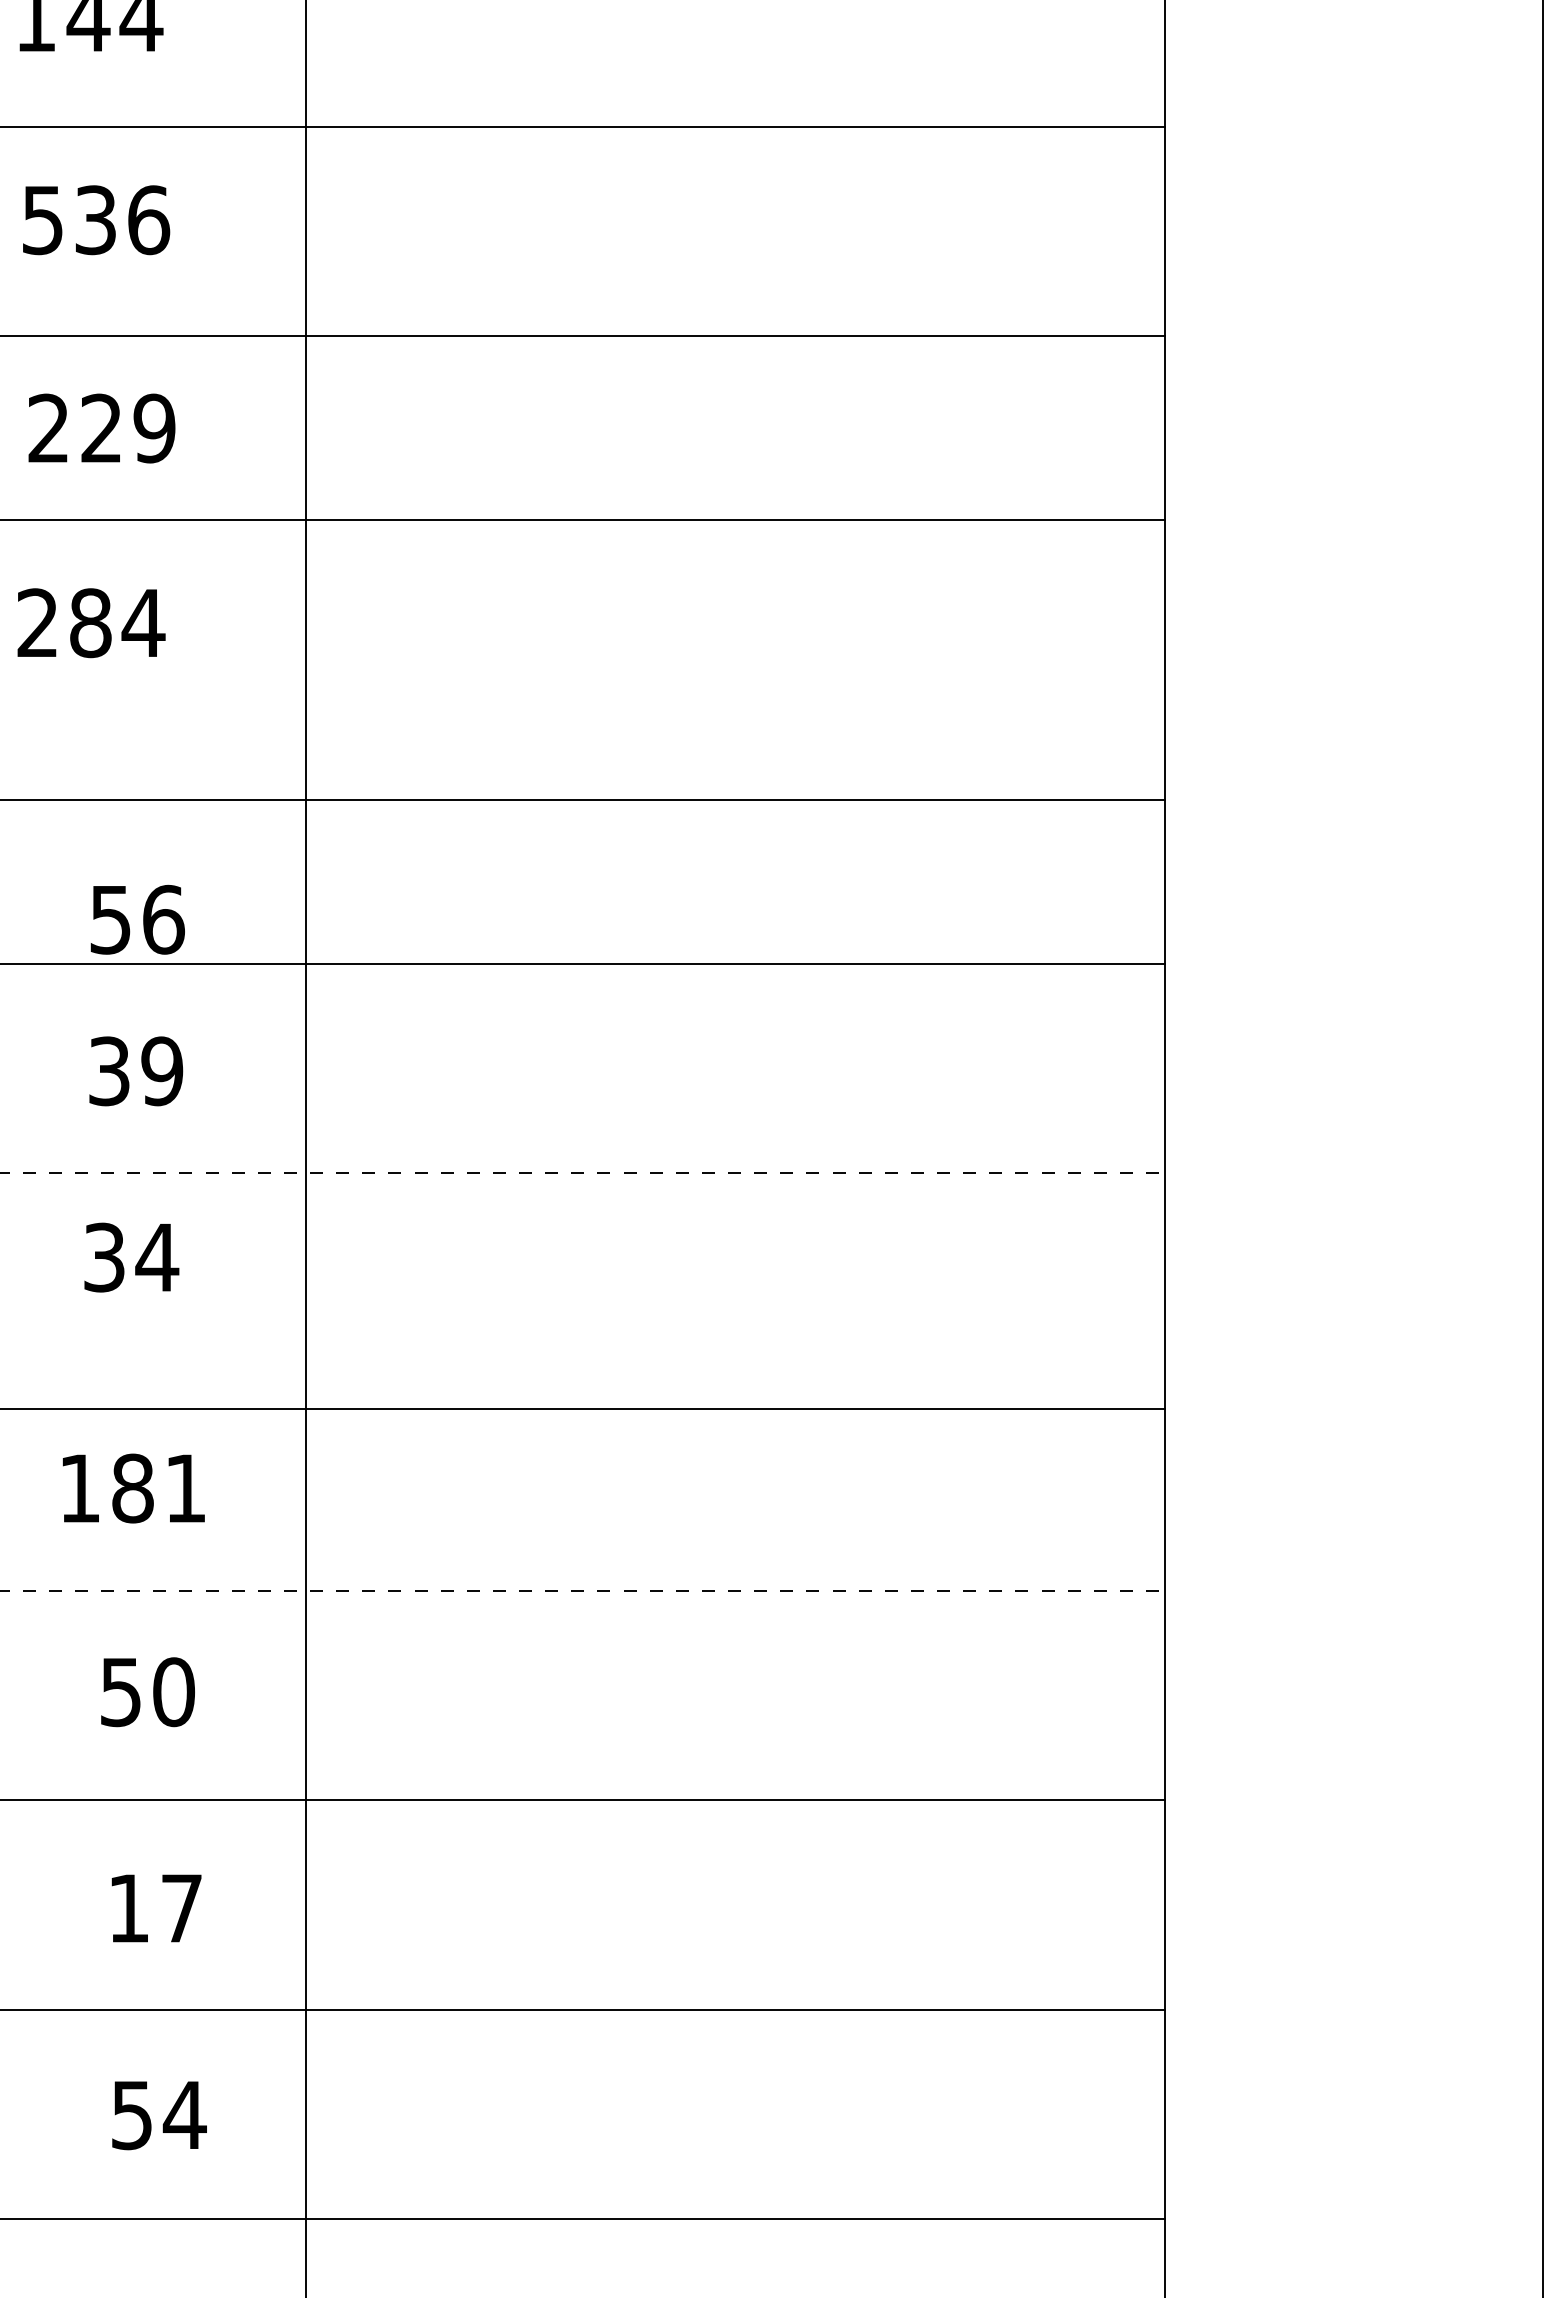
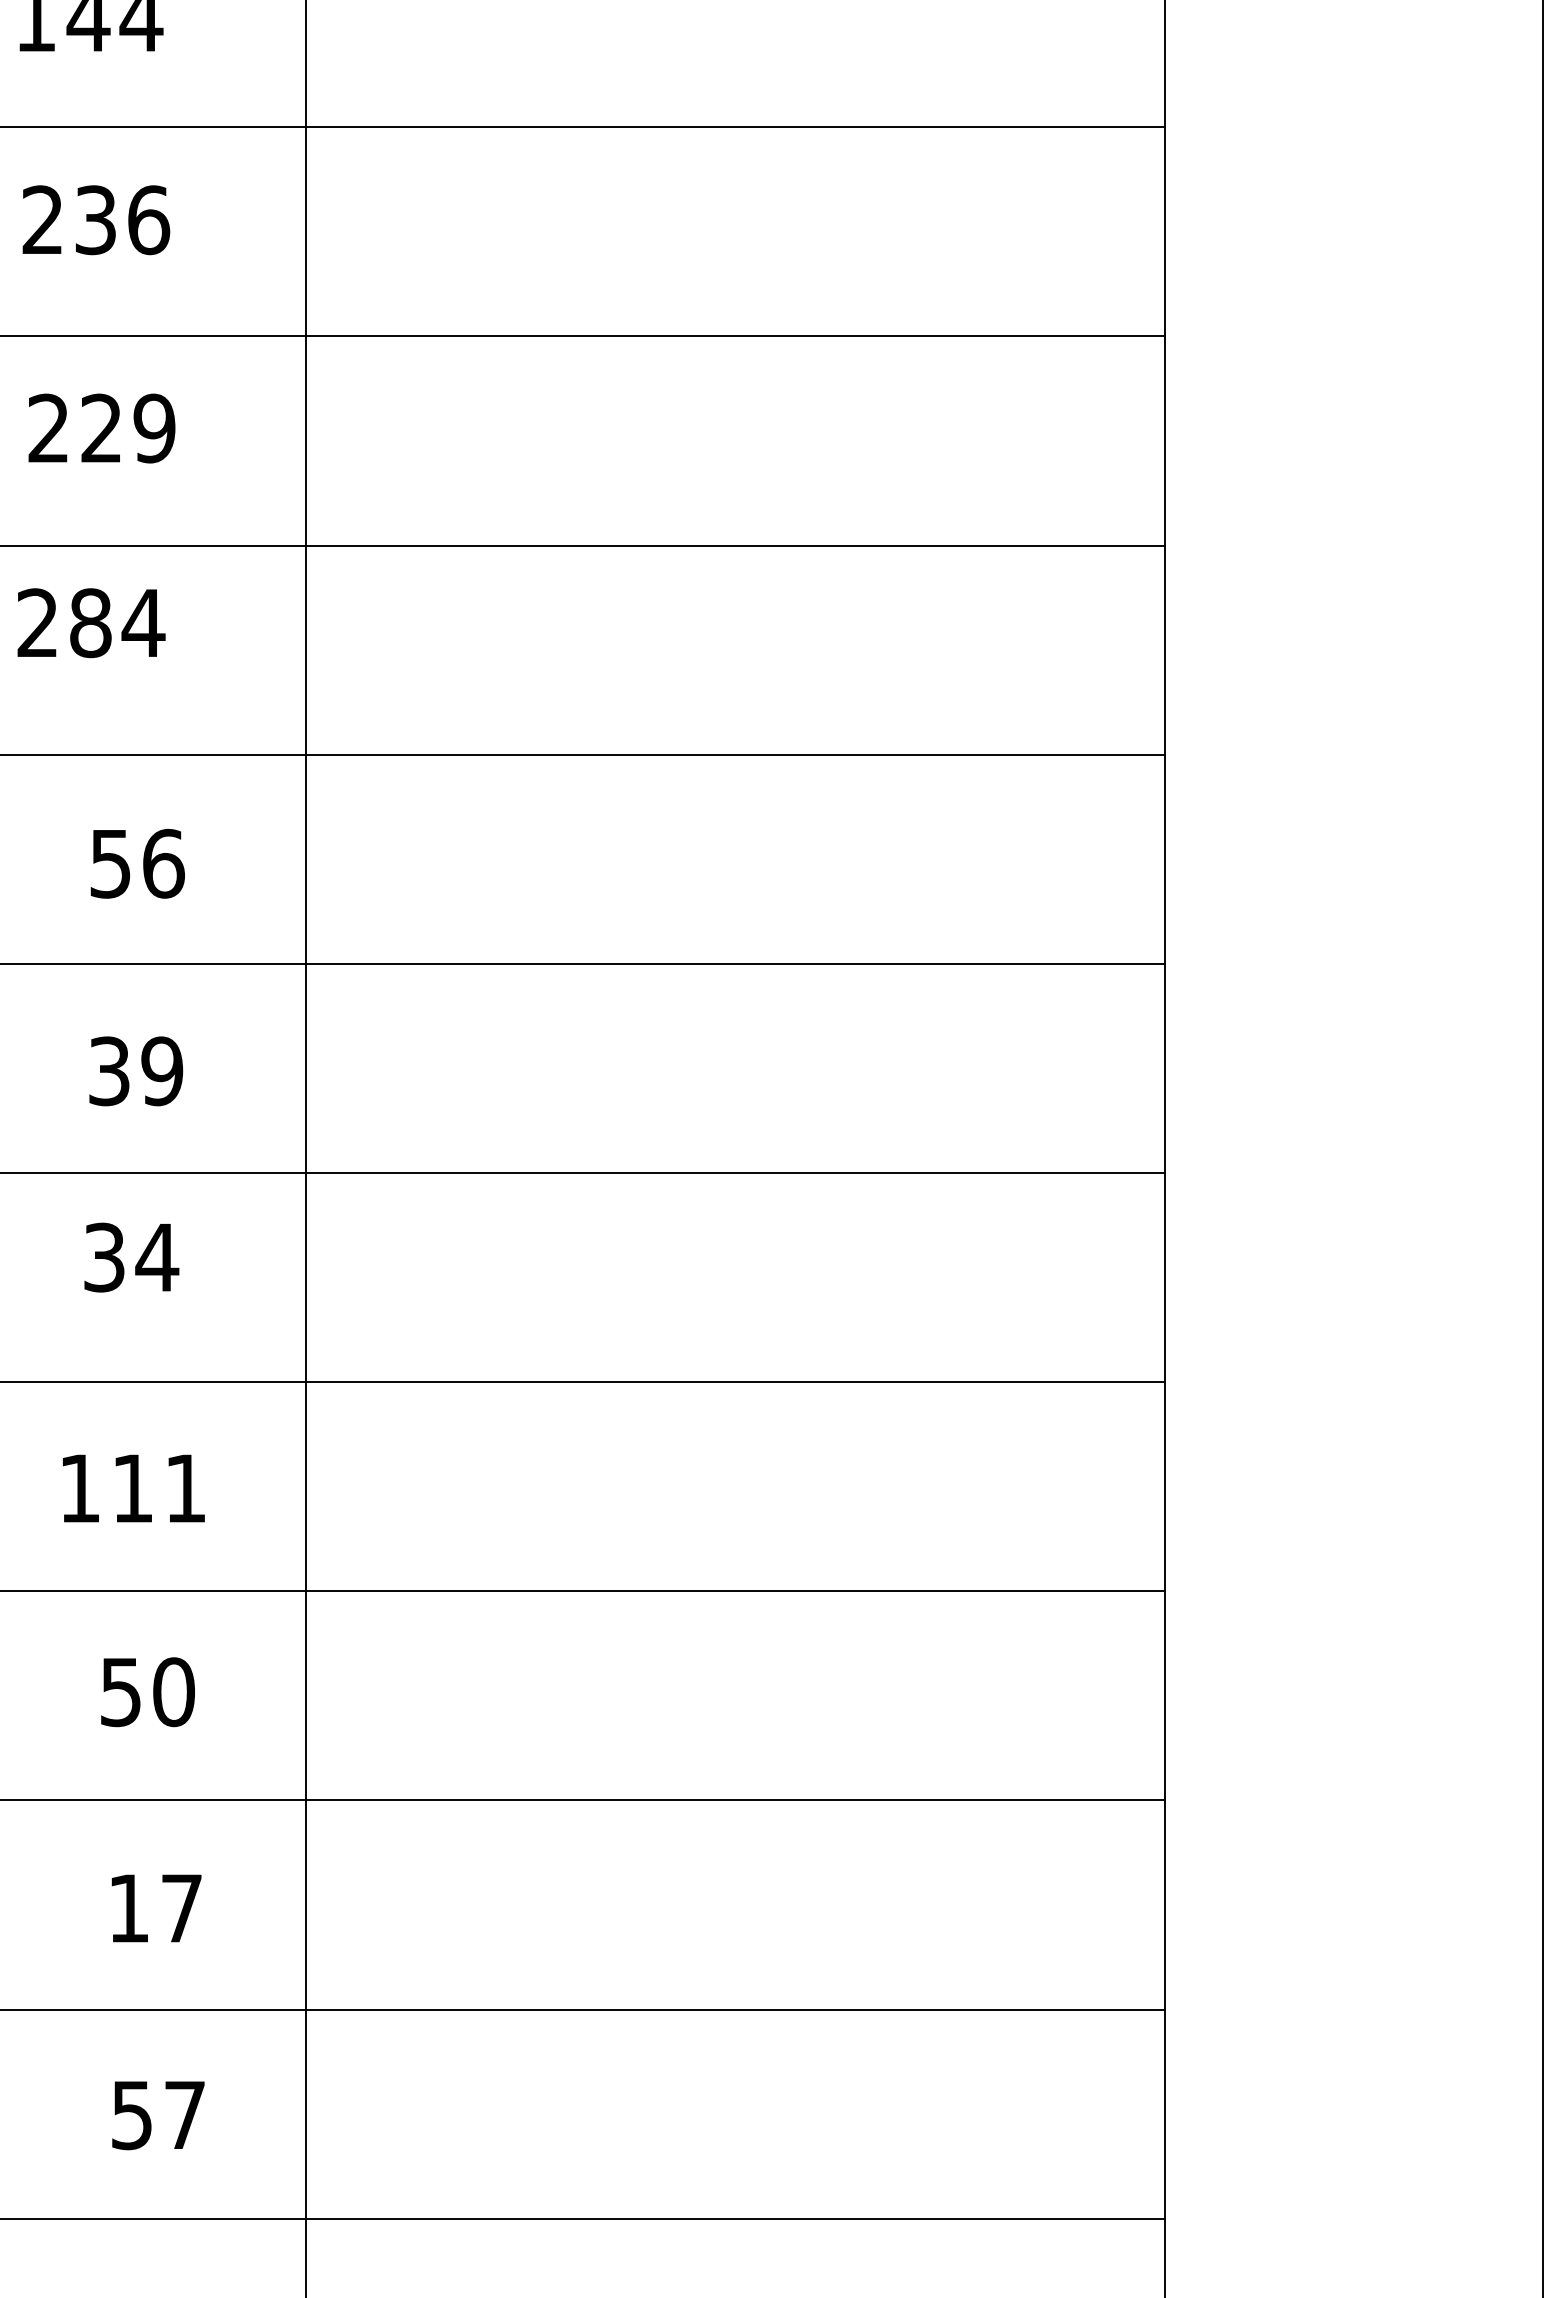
text at (42, 220): 536 -> 236
line at (583, 519) position: (583, 519) -> (583, 545)
line at (583, 799) position: (583, 799) -> (583, 754)
text at (137, 919) position: (137, 919) -> (137, 863)
line at (582, 1172): dashed -> solid
line at (583, 1409) position: (583, 1409) -> (583, 1382)
text at (132, 1488): 181 -> 111
line at (582, 1591): dashed -> solid
text at (184, 2114): 54 -> 57
